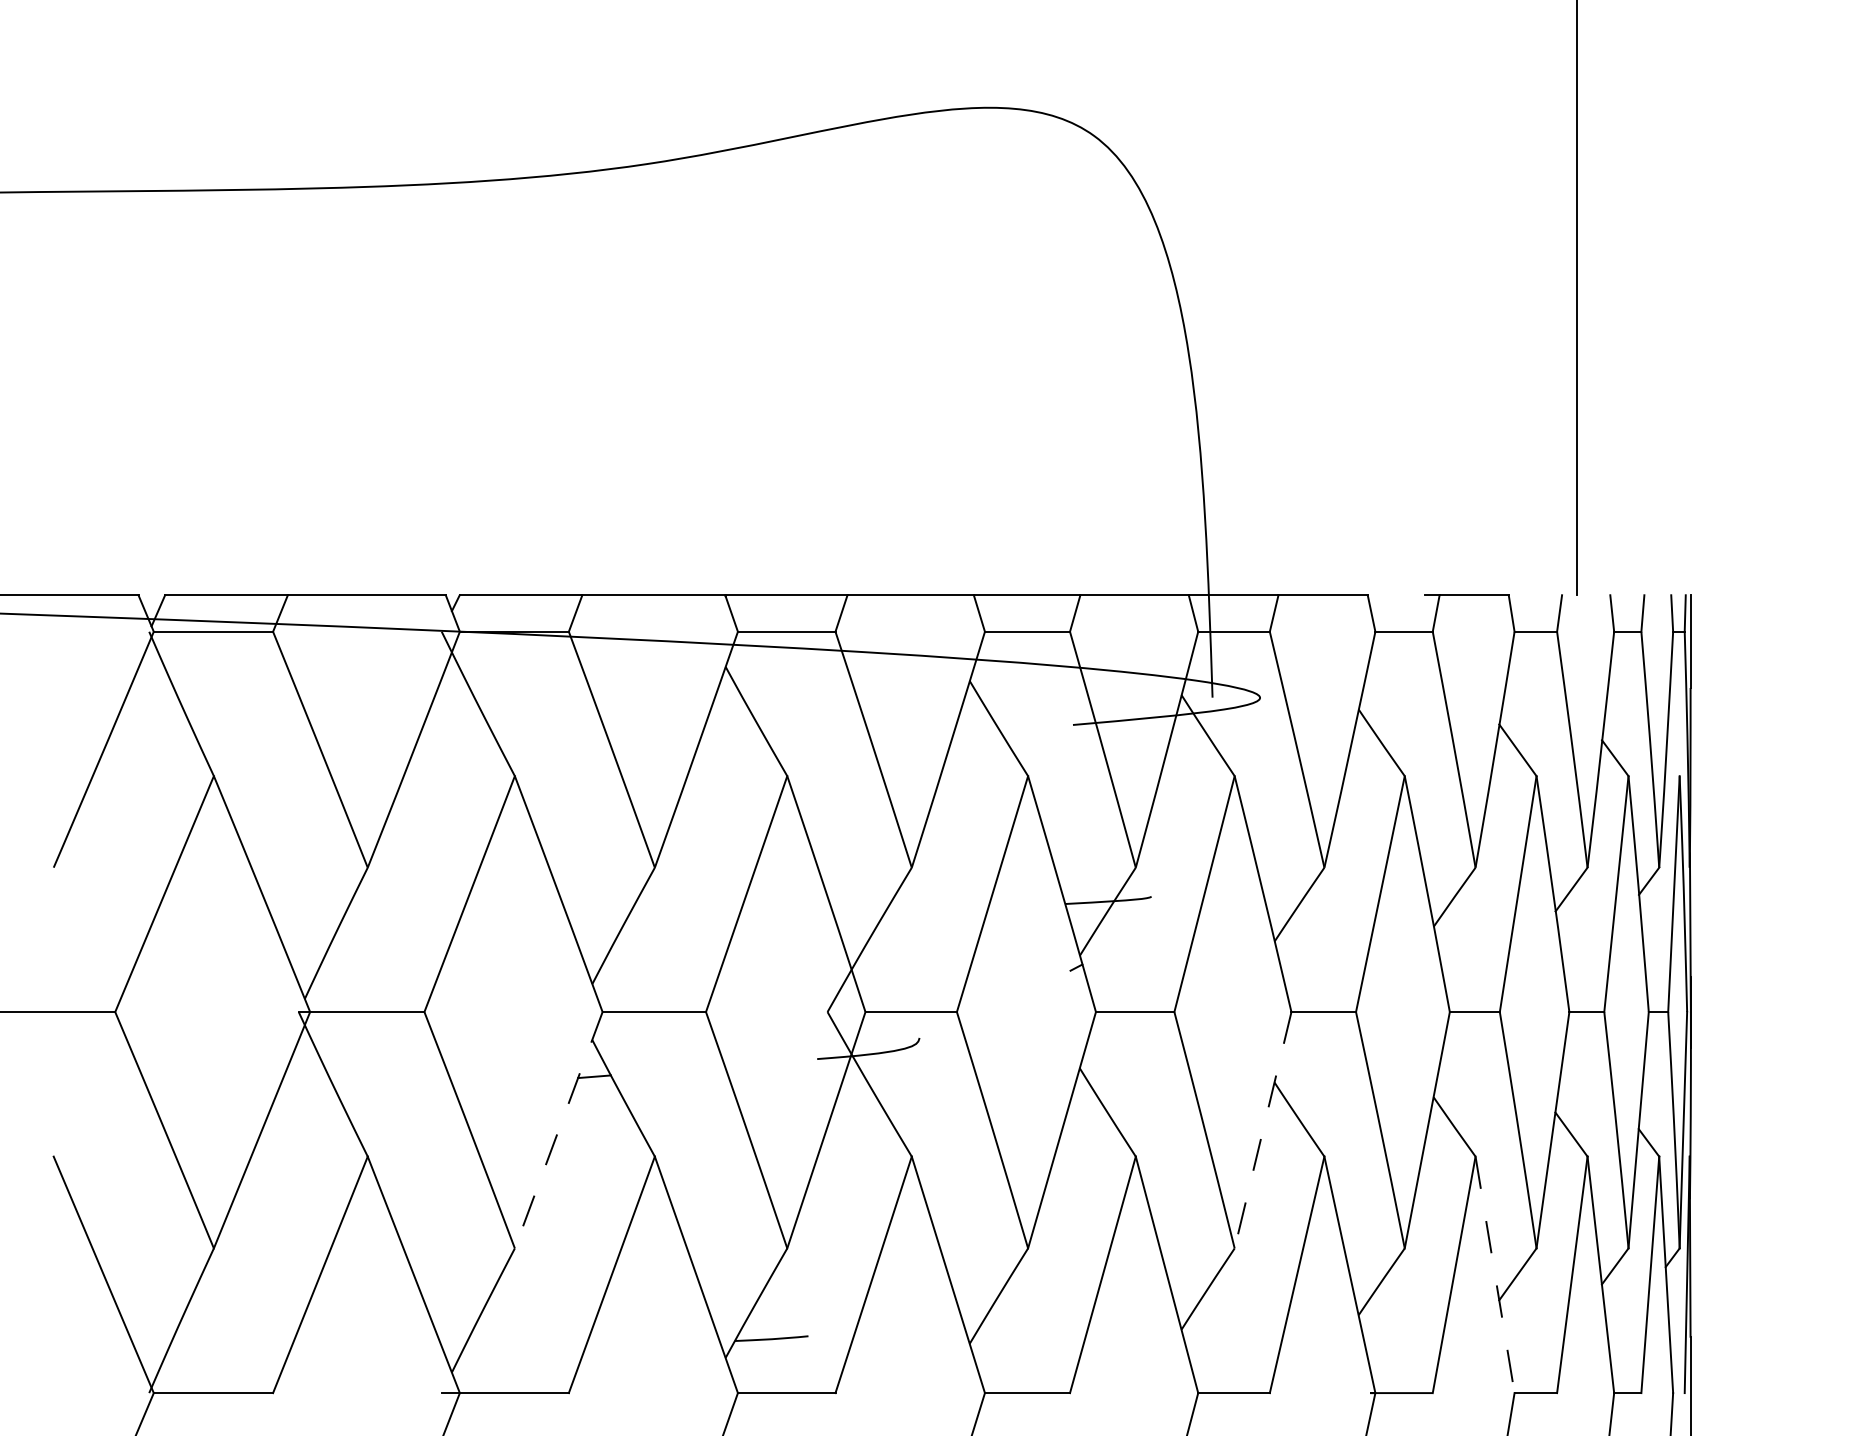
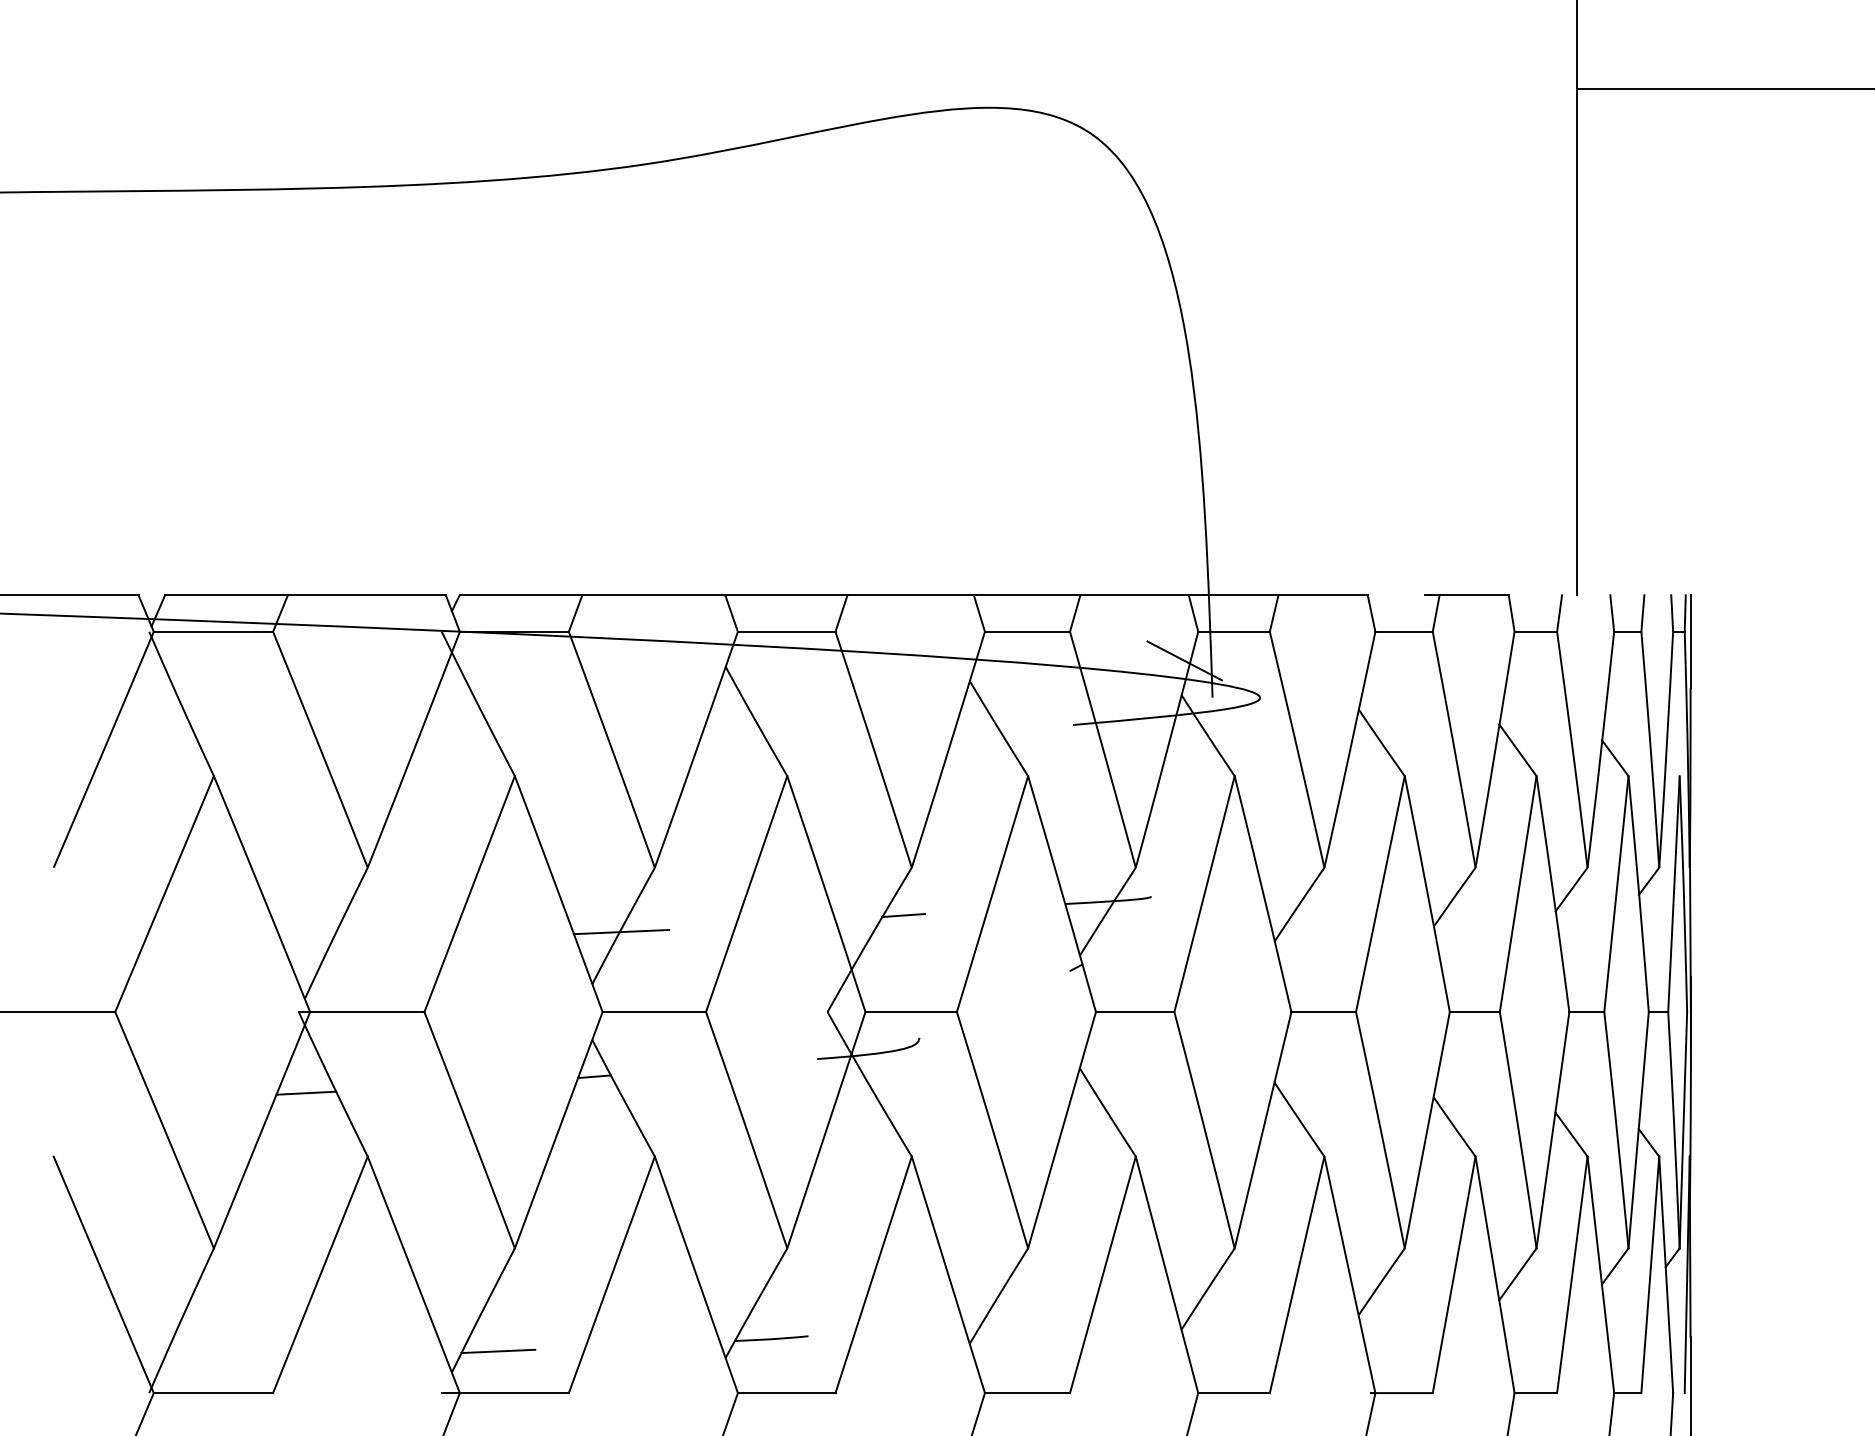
line at (1723, 89): none -> present
line at (1184, 660): none -> present
line at (903, 915): none -> present
line at (621, 931): none -> present
line at (306, 1092): none -> present
line at (558, 1130): dashed -> solid
line at (1263, 1130): dashed -> solid
line at (1495, 1274): dashed -> solid
line at (498, 1351): none -> present
